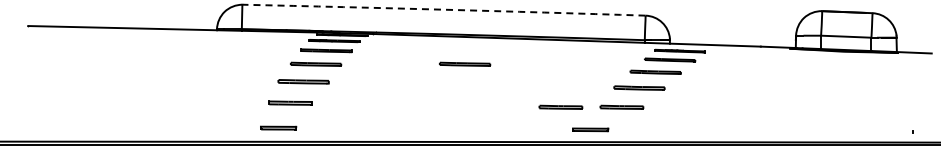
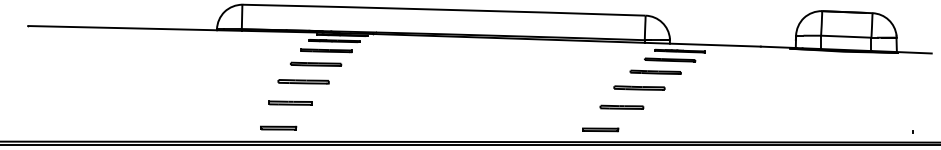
arc at (444, 9): dashed -> solid
part at (465, 63): present -> none
part at (560, 106): present -> none
part at (590, 129) position: (590, 129) -> (600, 129)
